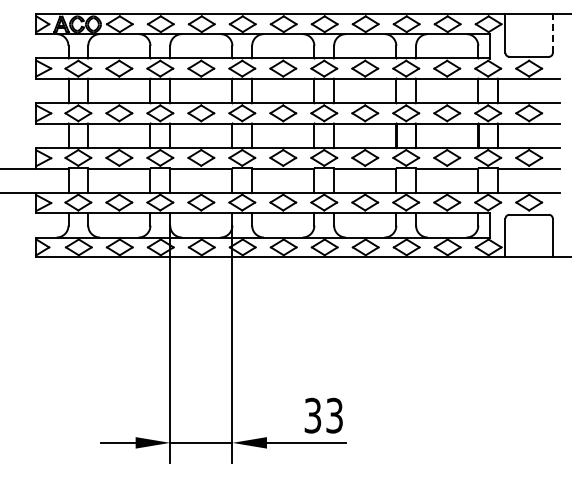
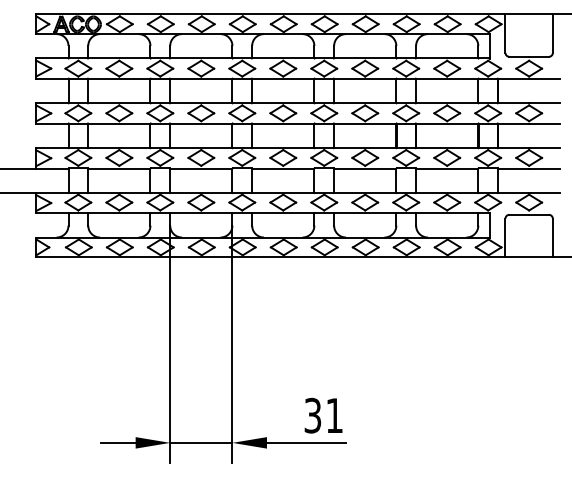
line at (552, 33): dashed -> solid
text at (334, 415): 33 -> 31
